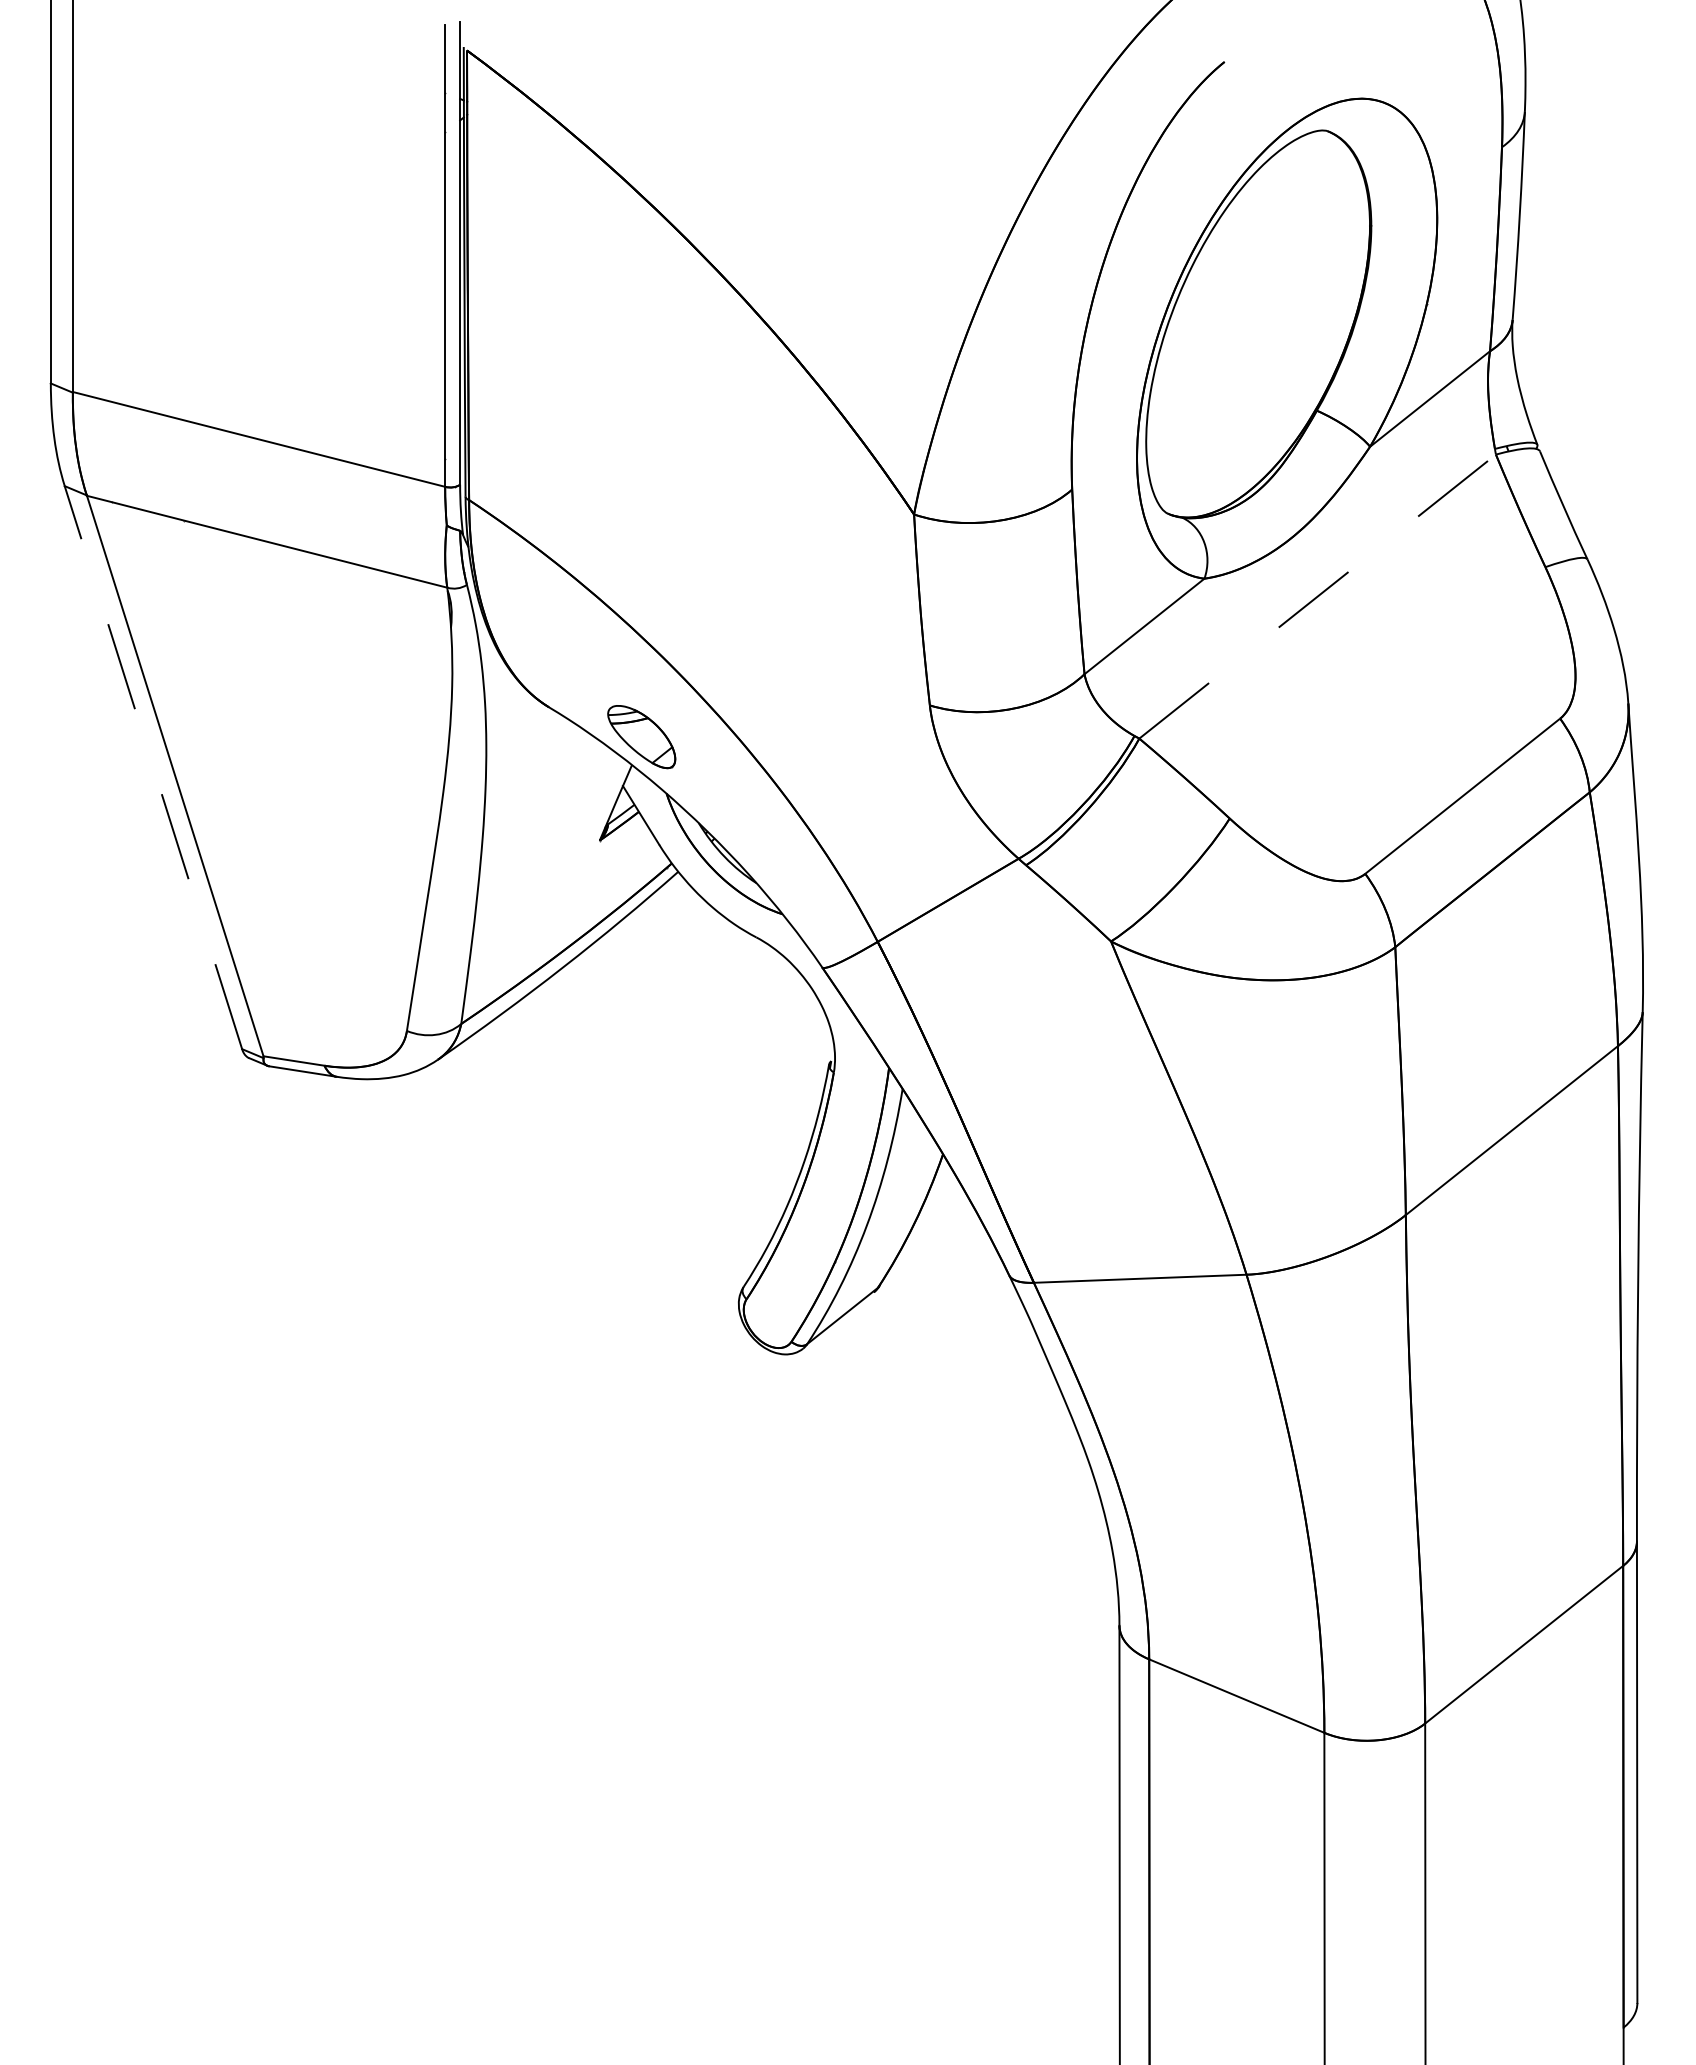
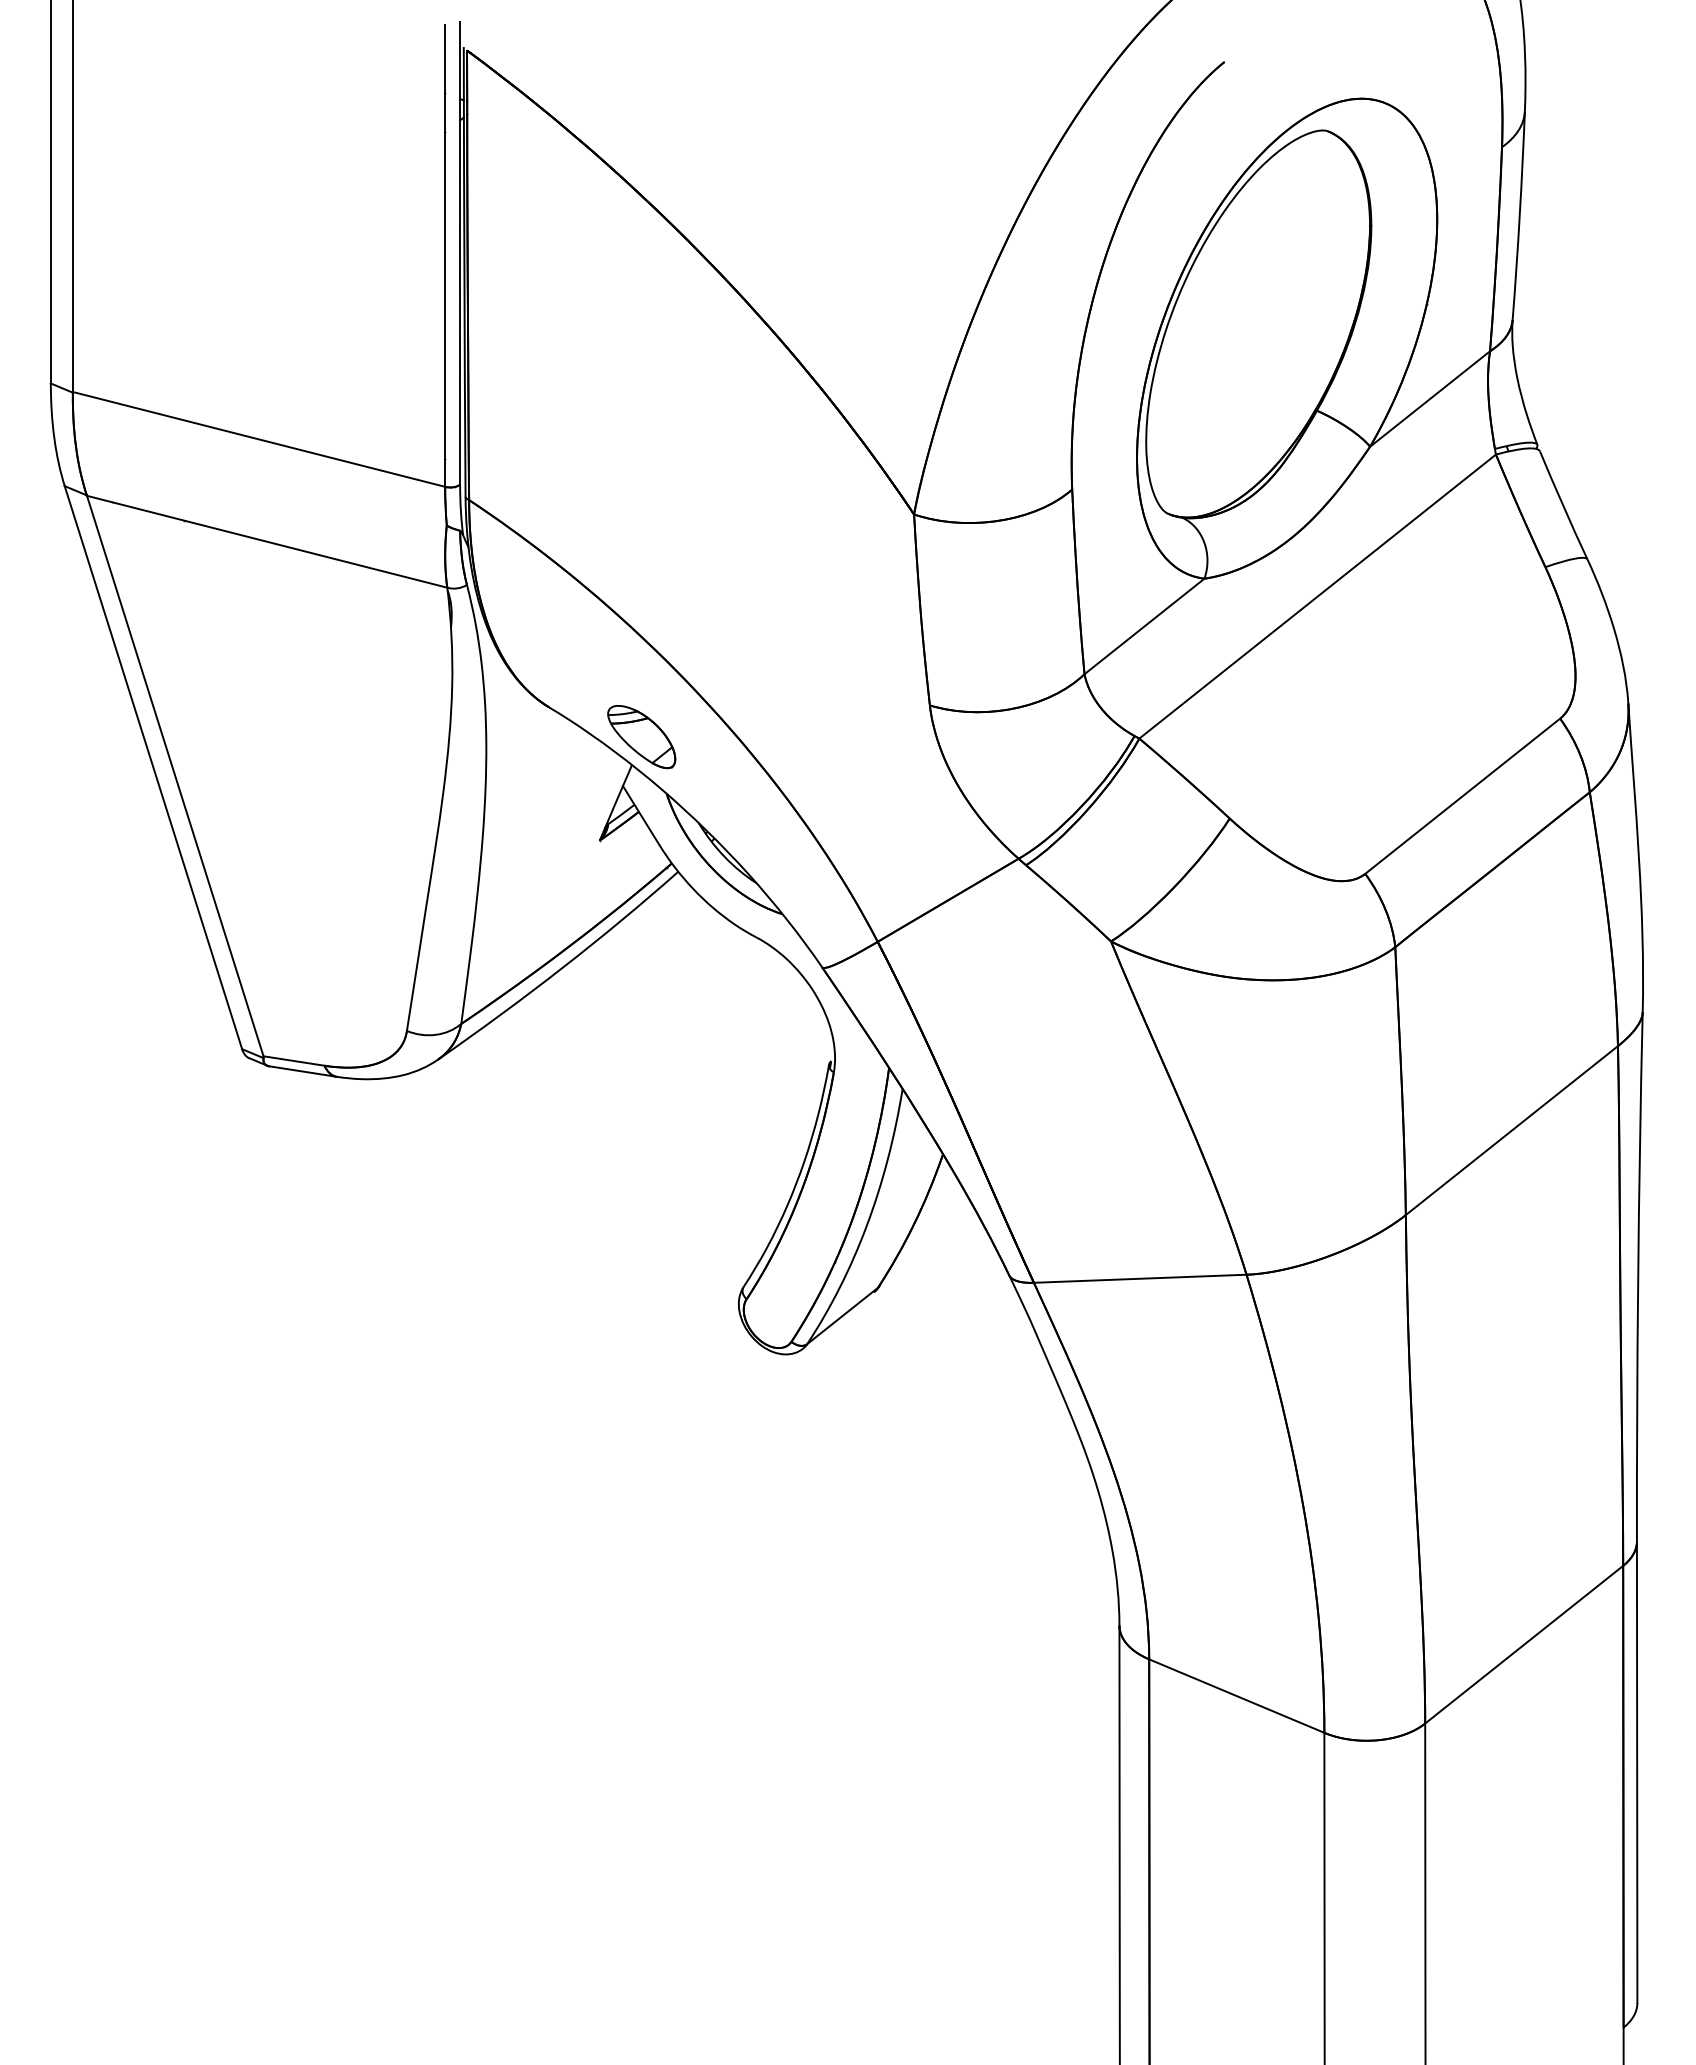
line at (1317, 596): dashed -> solid
line at (153, 767): dashed -> solid
